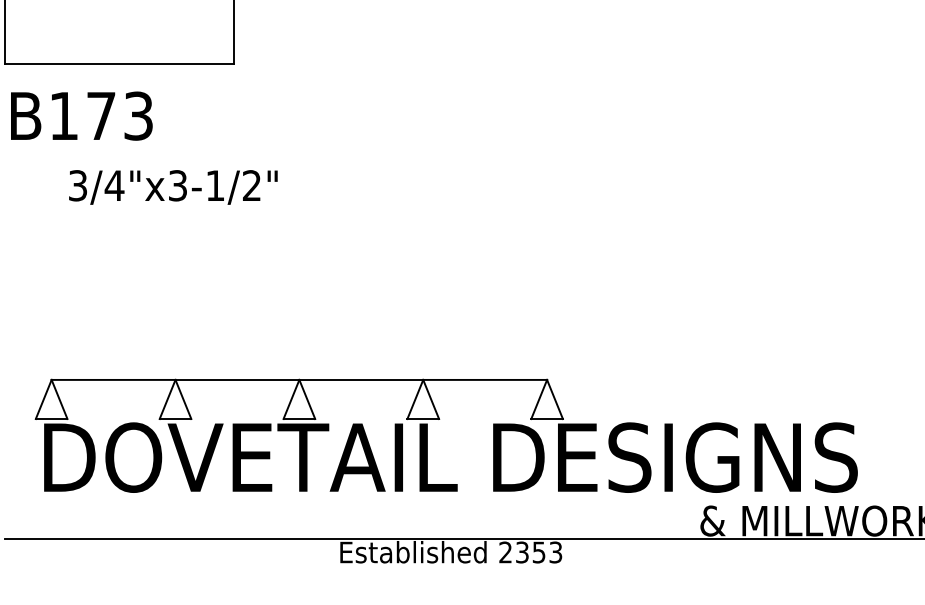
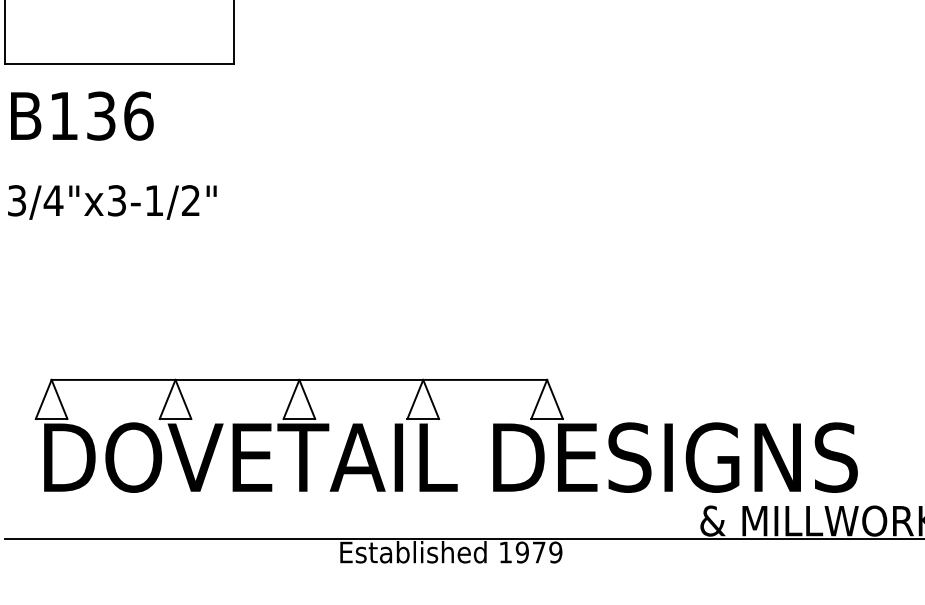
text at (120, 115): B173 -> B136
text at (173, 187) position: (173, 187) -> (112, 202)
text at (530, 552): 2353 -> 1979
